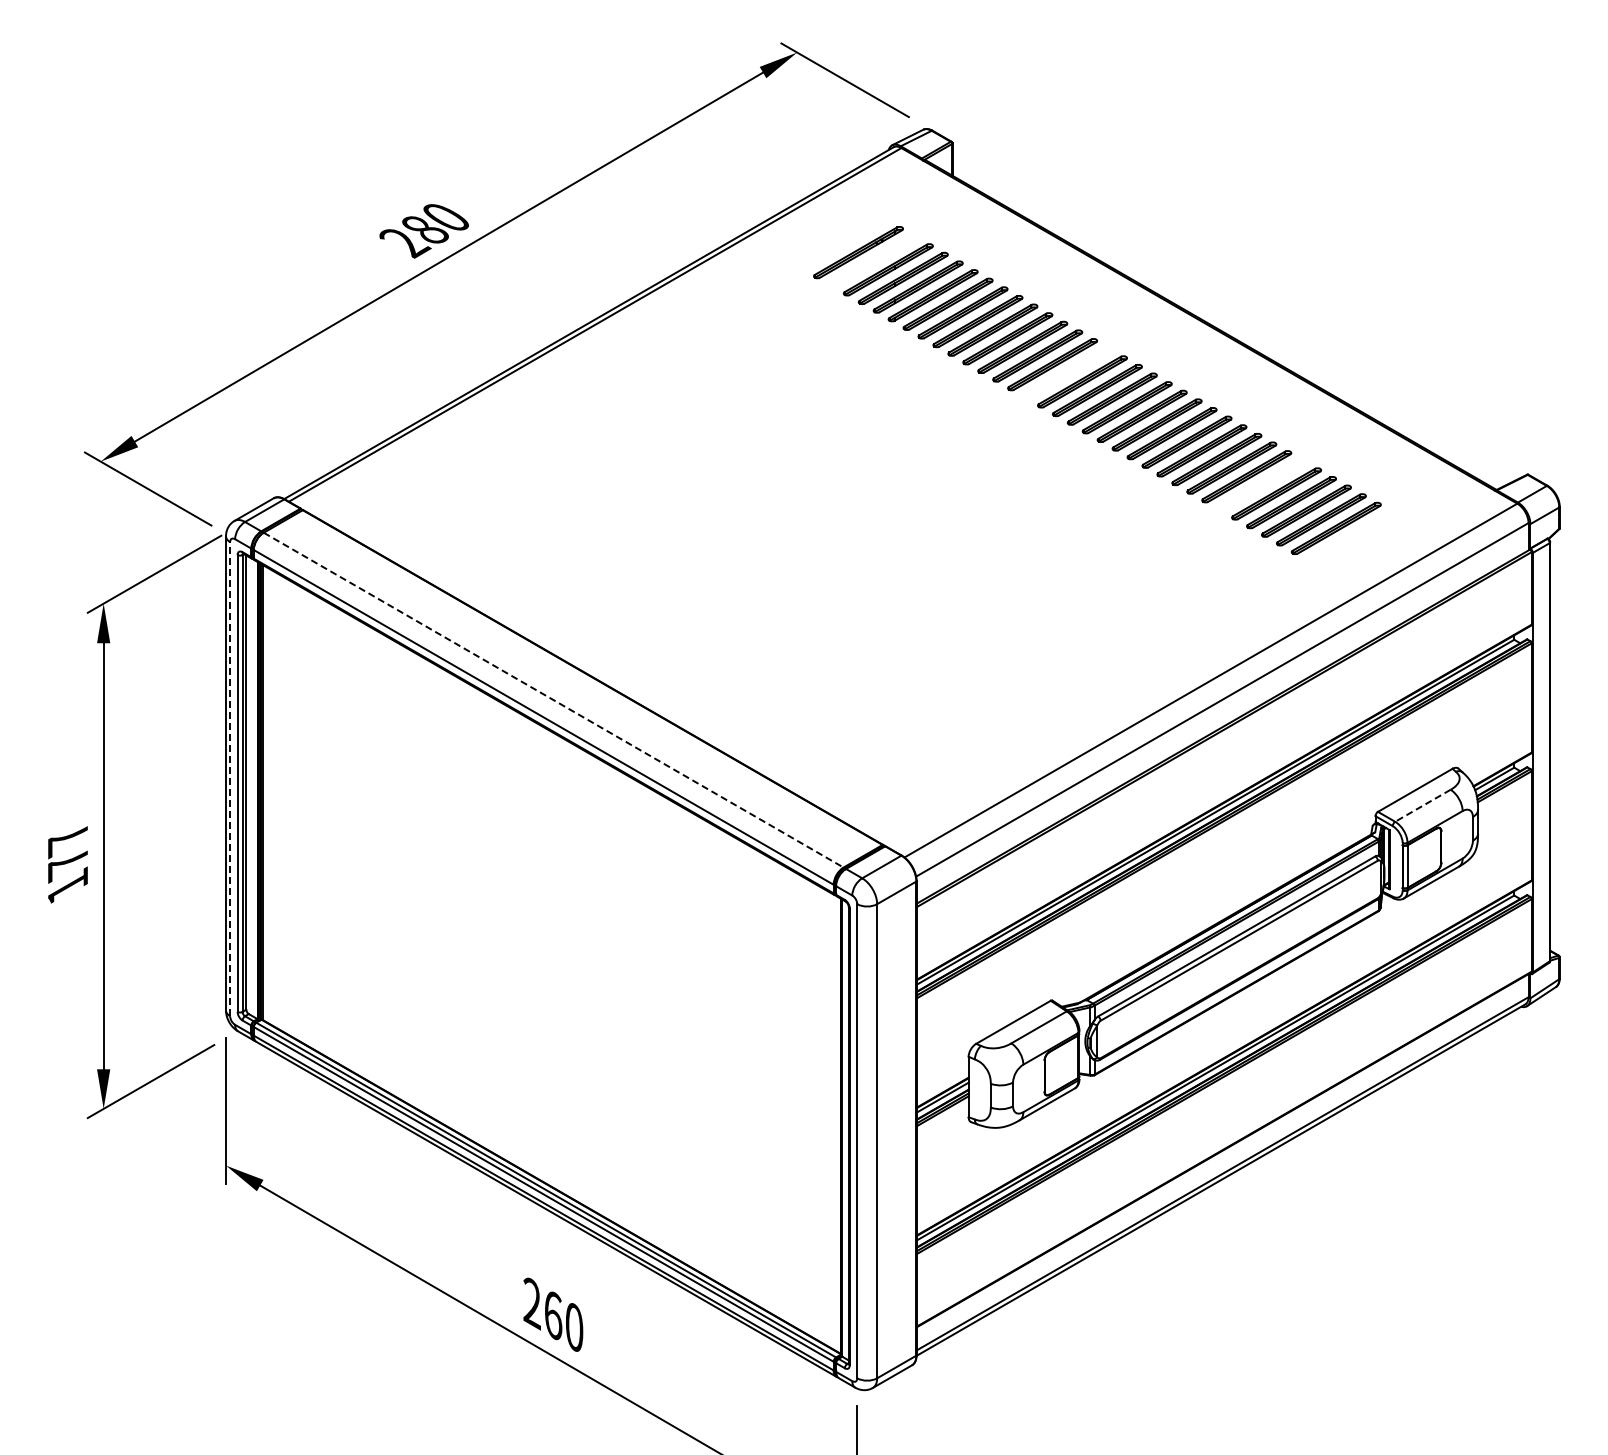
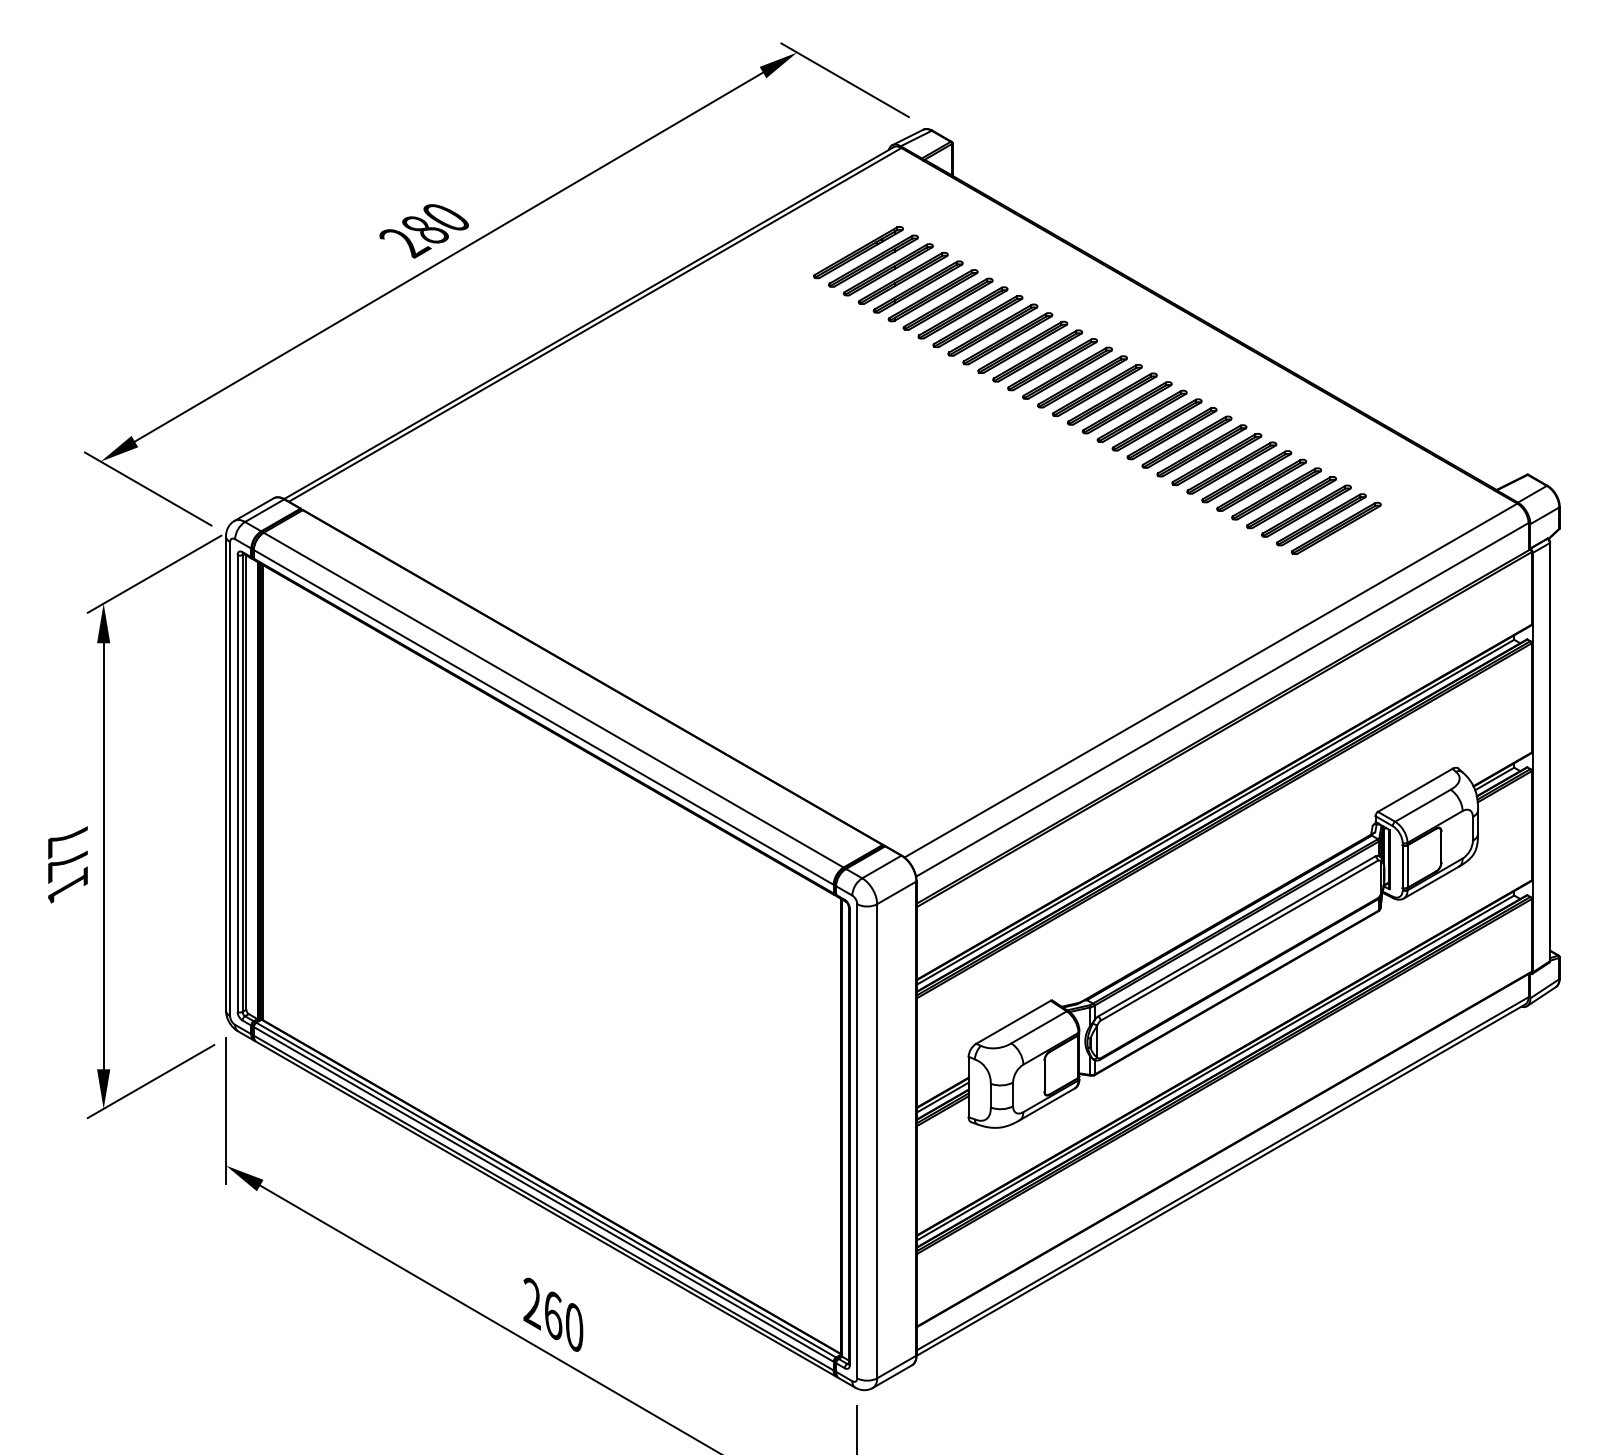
part at (873, 260): none -> present
part at (1067, 372): none -> present
part at (1261, 484): none -> present
line at (553, 700): dashed -> solid
line at (230, 778): dashed -> solid
line at (1422, 806): dashed -> solid
